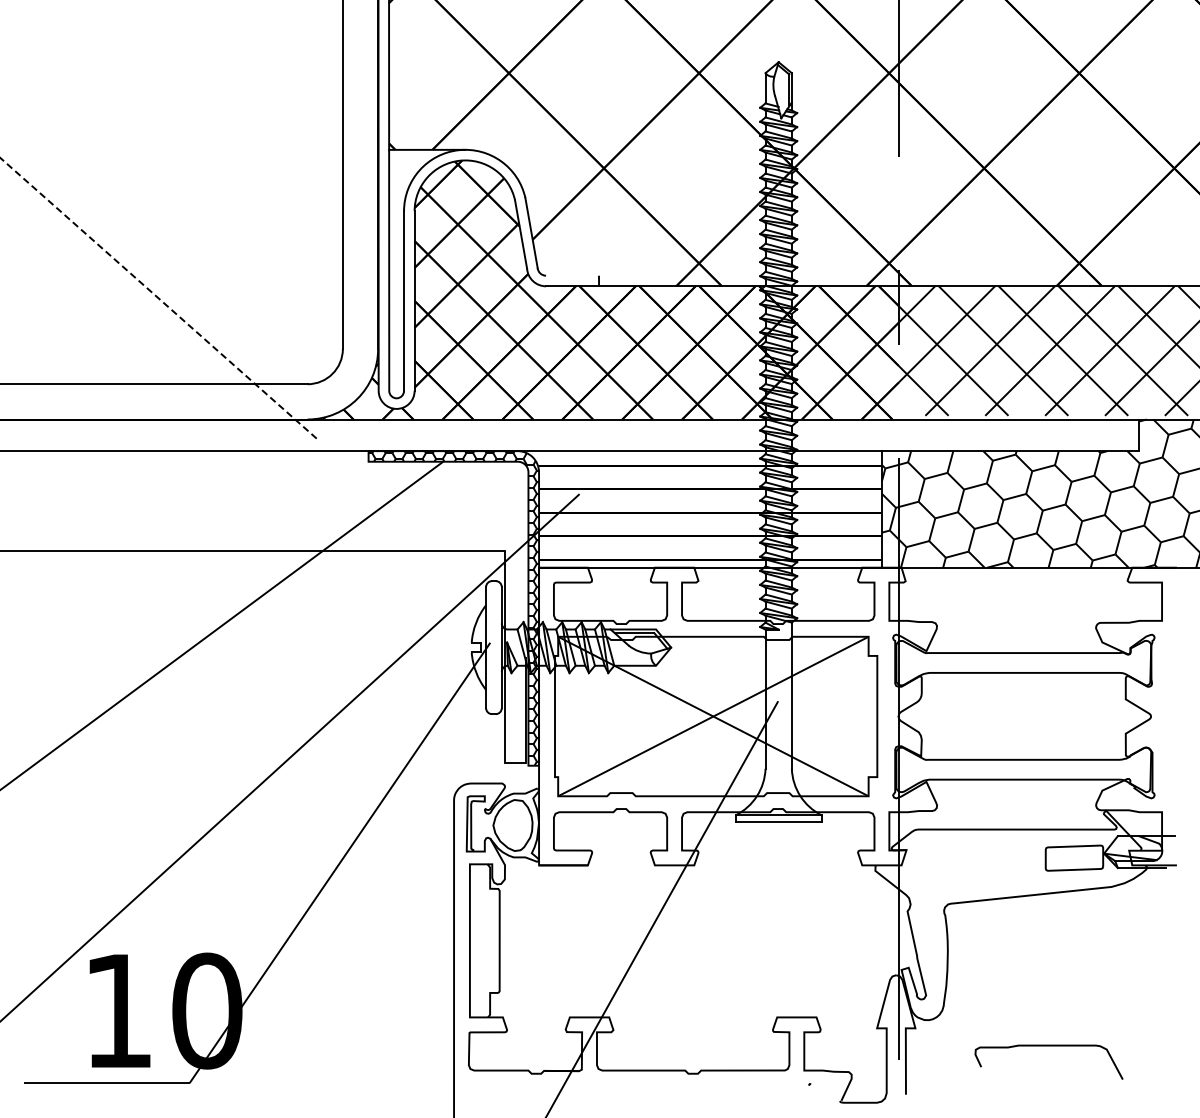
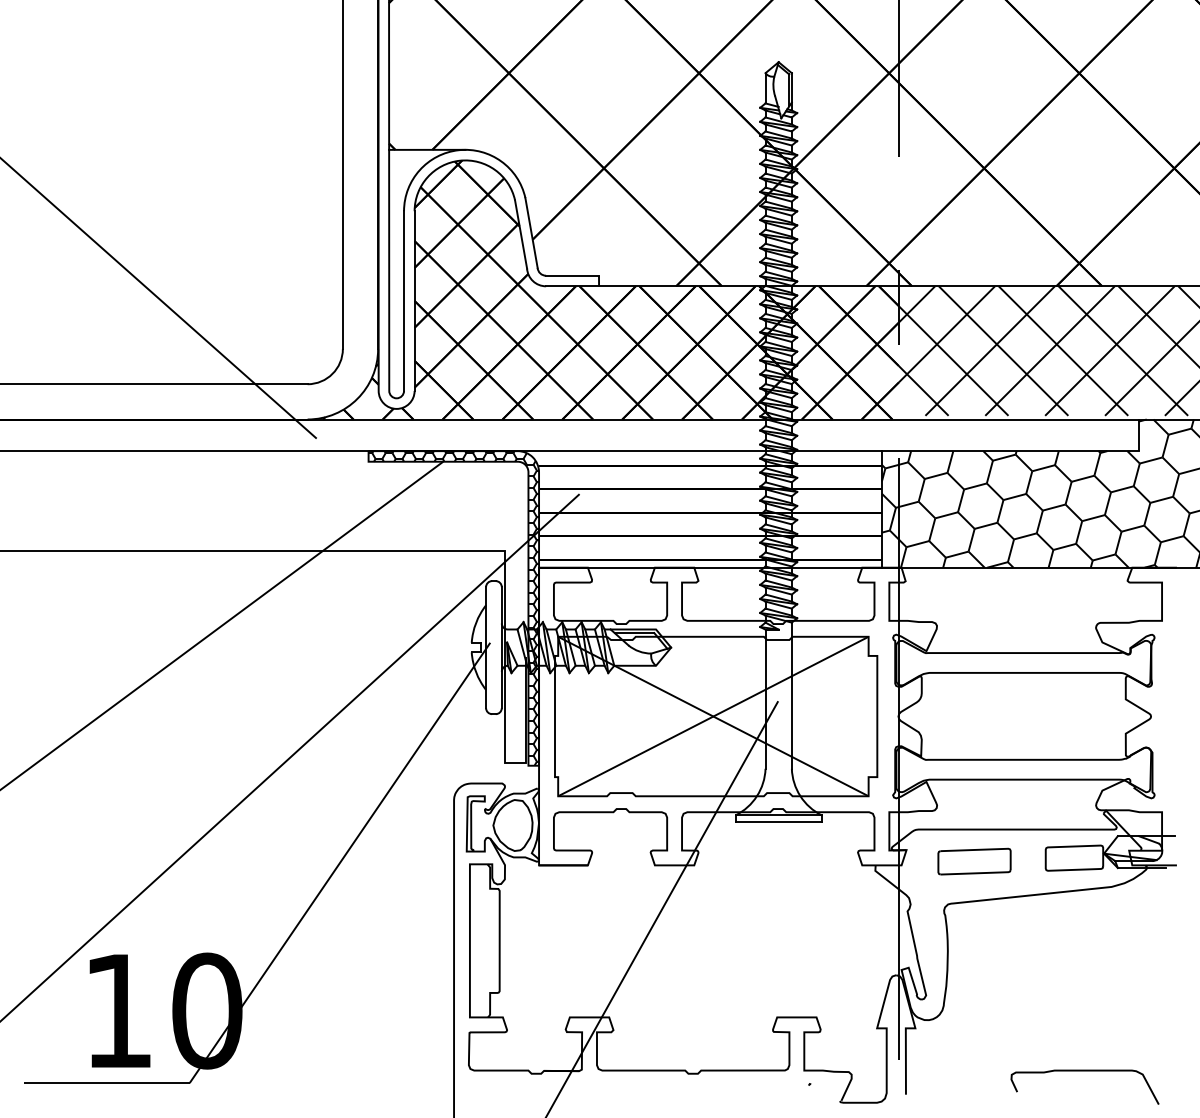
line at (572, 275): none -> present
line at (158, 298): dashed -> solid
part at (974, 861): none -> present
curve at (1048, 1046) position: (1048, 1046) -> (1084, 1071)
